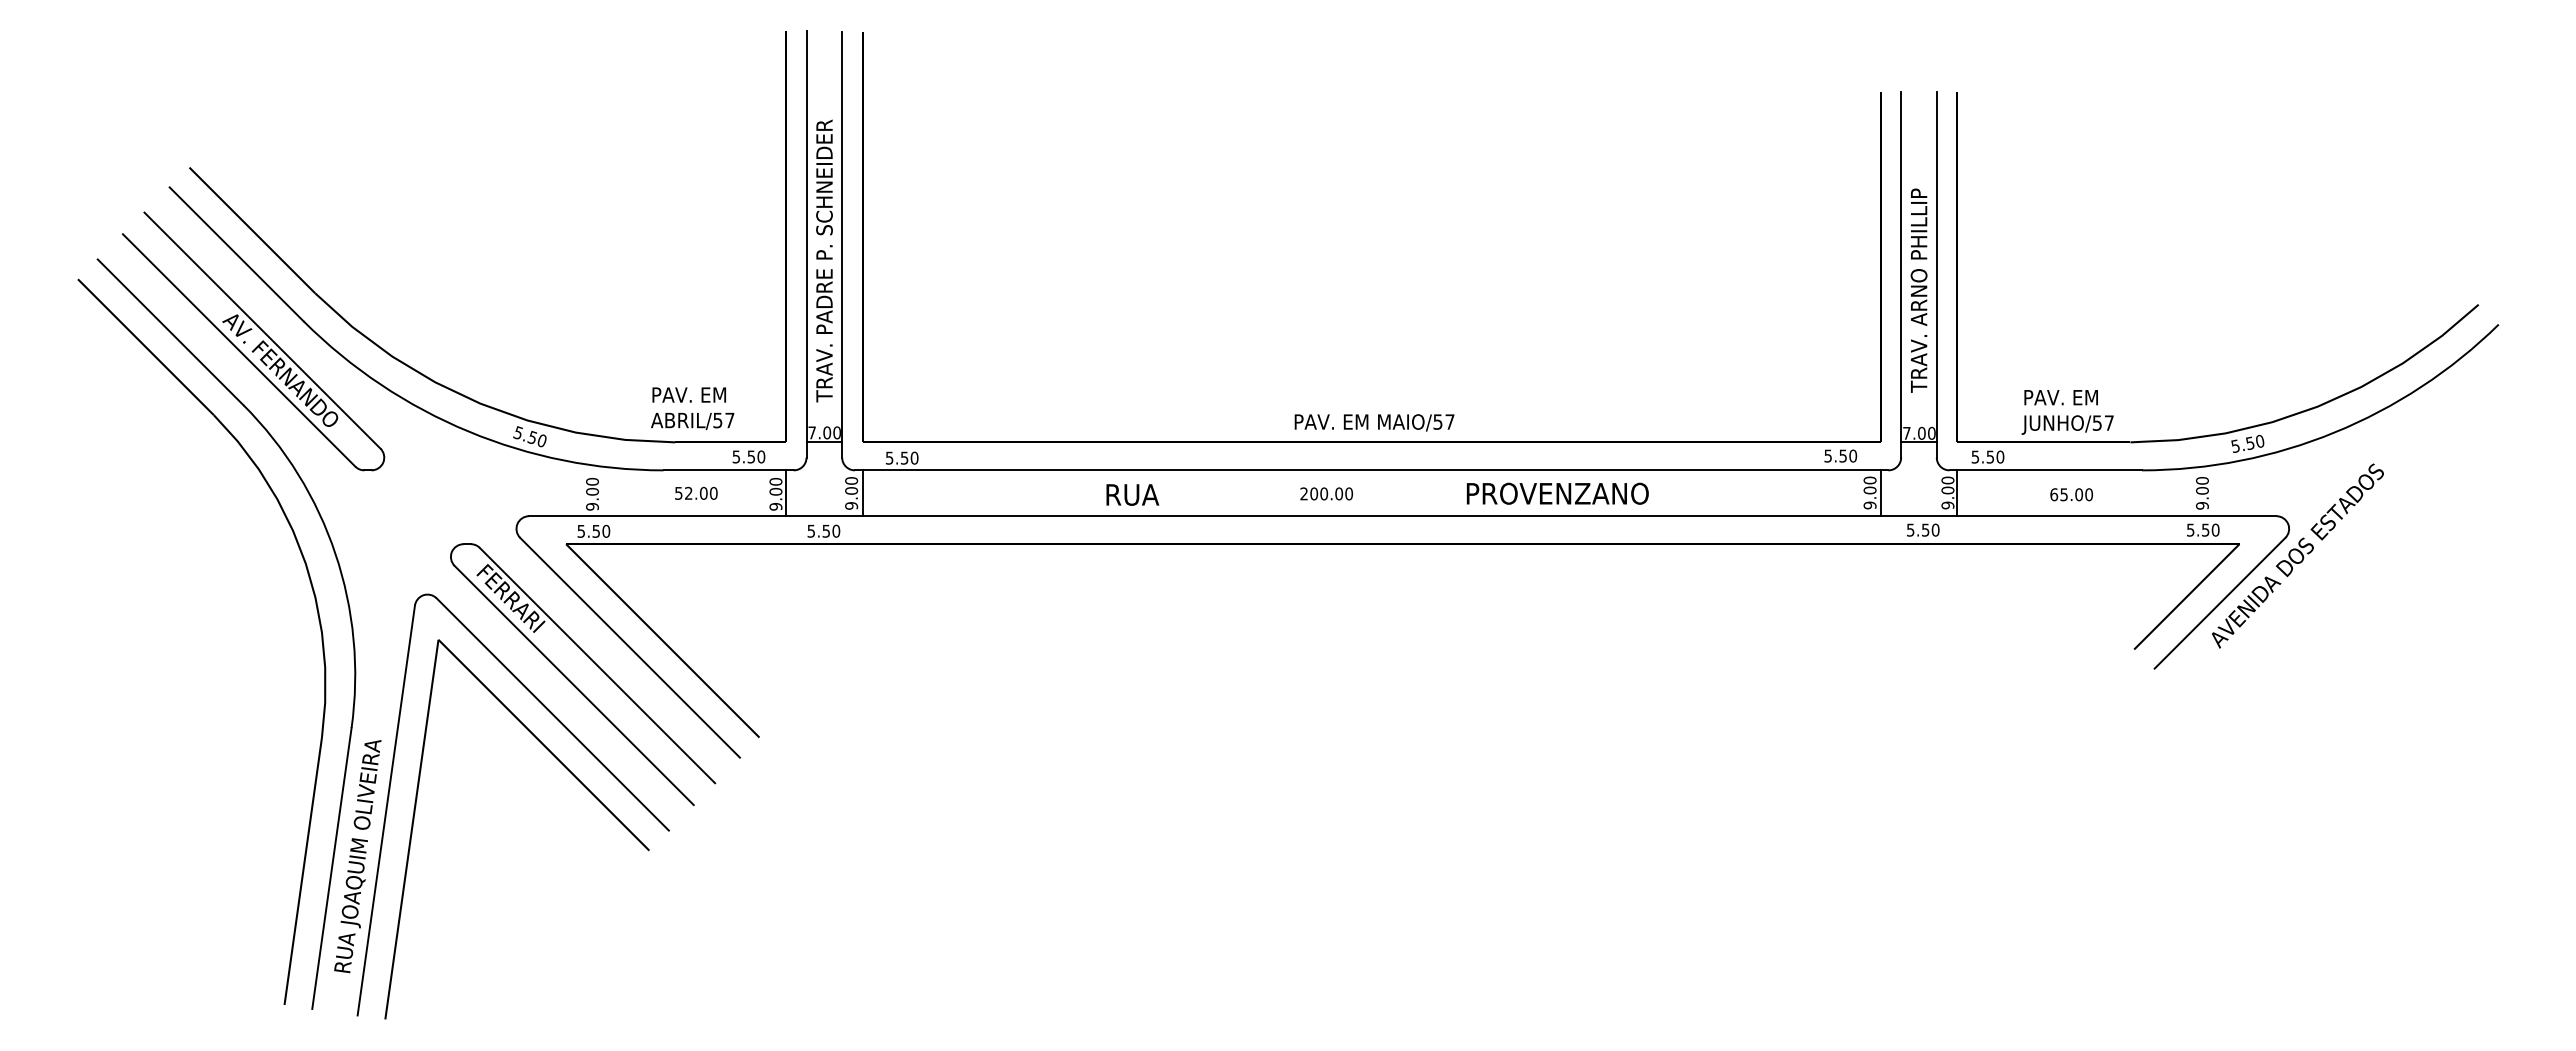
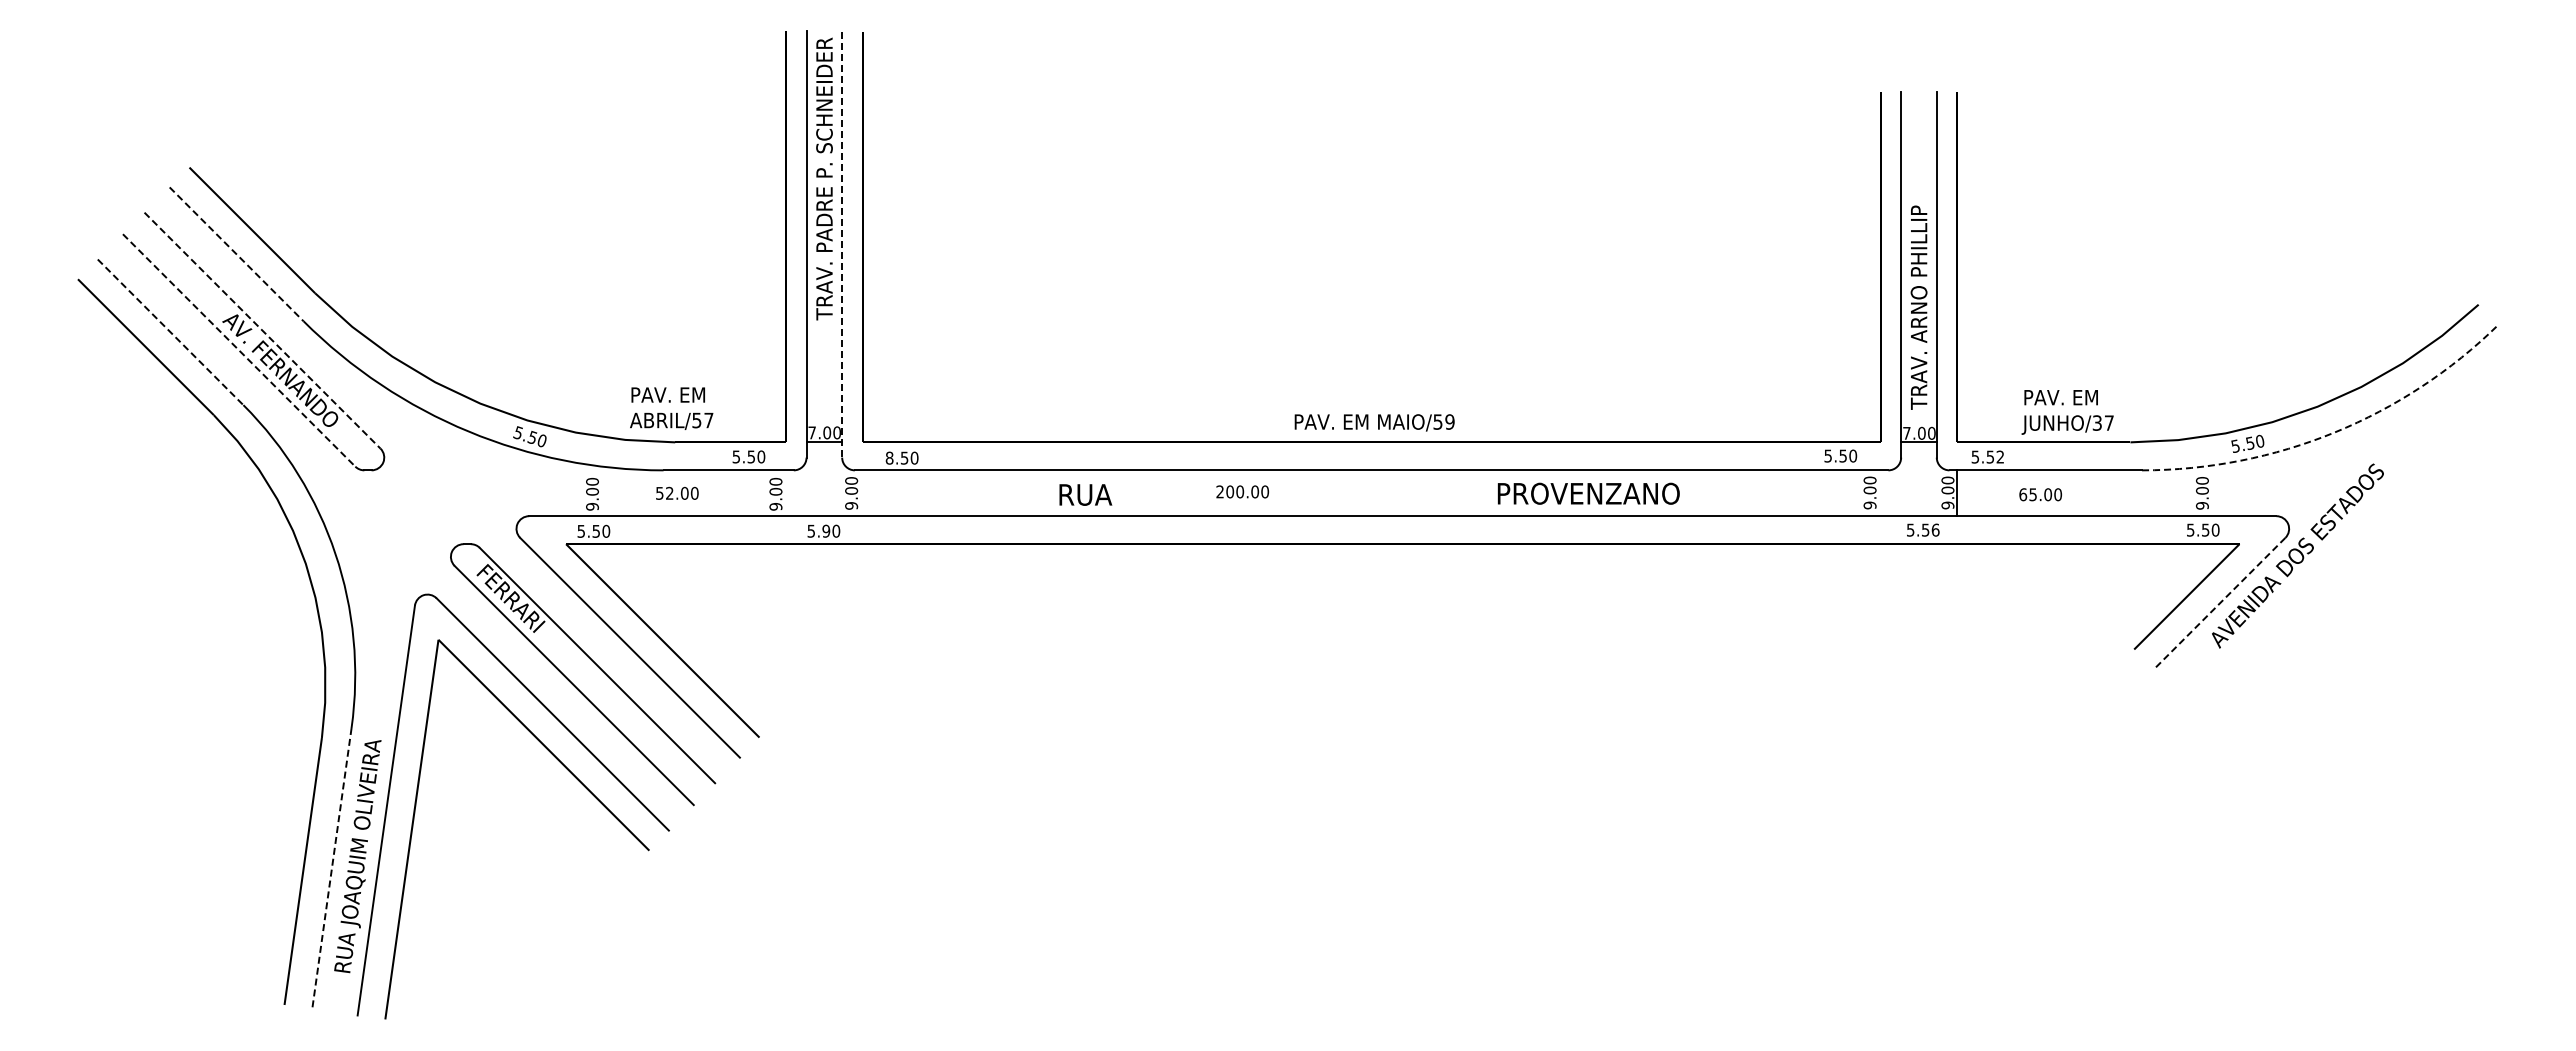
line at (842, 245): solid -> dashed
line at (236, 254): solid -> dashed
text at (824, 260) position: (824, 260) -> (824, 178)
text at (1918, 290) position: (1918, 290) -> (1918, 307)
line at (262, 330): solid -> dashed
line at (170, 332): solid -> dashed
line at (239, 350): solid -> dashed
text at (692, 408) position: (692, 408) -> (671, 408)
text at (1449, 421): MAIO/57 -> MAIO/59
text at (2097, 422): JUNHO/57 -> JUNHO/37
arc at (2334, 432): solid -> dashed
text at (2000, 456): 5.50 -> 5.52
text at (889, 457): 5.50 -> 8.50
text at (696, 492) position: (696, 492) -> (677, 492)
line at (786, 493): present -> none
line at (862, 493): present -> none
text at (1326, 493) position: (1326, 493) -> (1242, 491)
text at (1557, 493) position: (1557, 493) -> (1588, 493)
line at (1880, 493): present -> none
text at (1132, 494) position: (1132, 494) -> (1085, 494)
text at (2071, 494) position: (2071, 494) -> (2040, 494)
text at (1935, 529): 5.50 -> 5.56
text at (826, 530): 5.50 -> 5.90
line at (2219, 603): solid -> dashed
line at (331, 868): solid -> dashed
